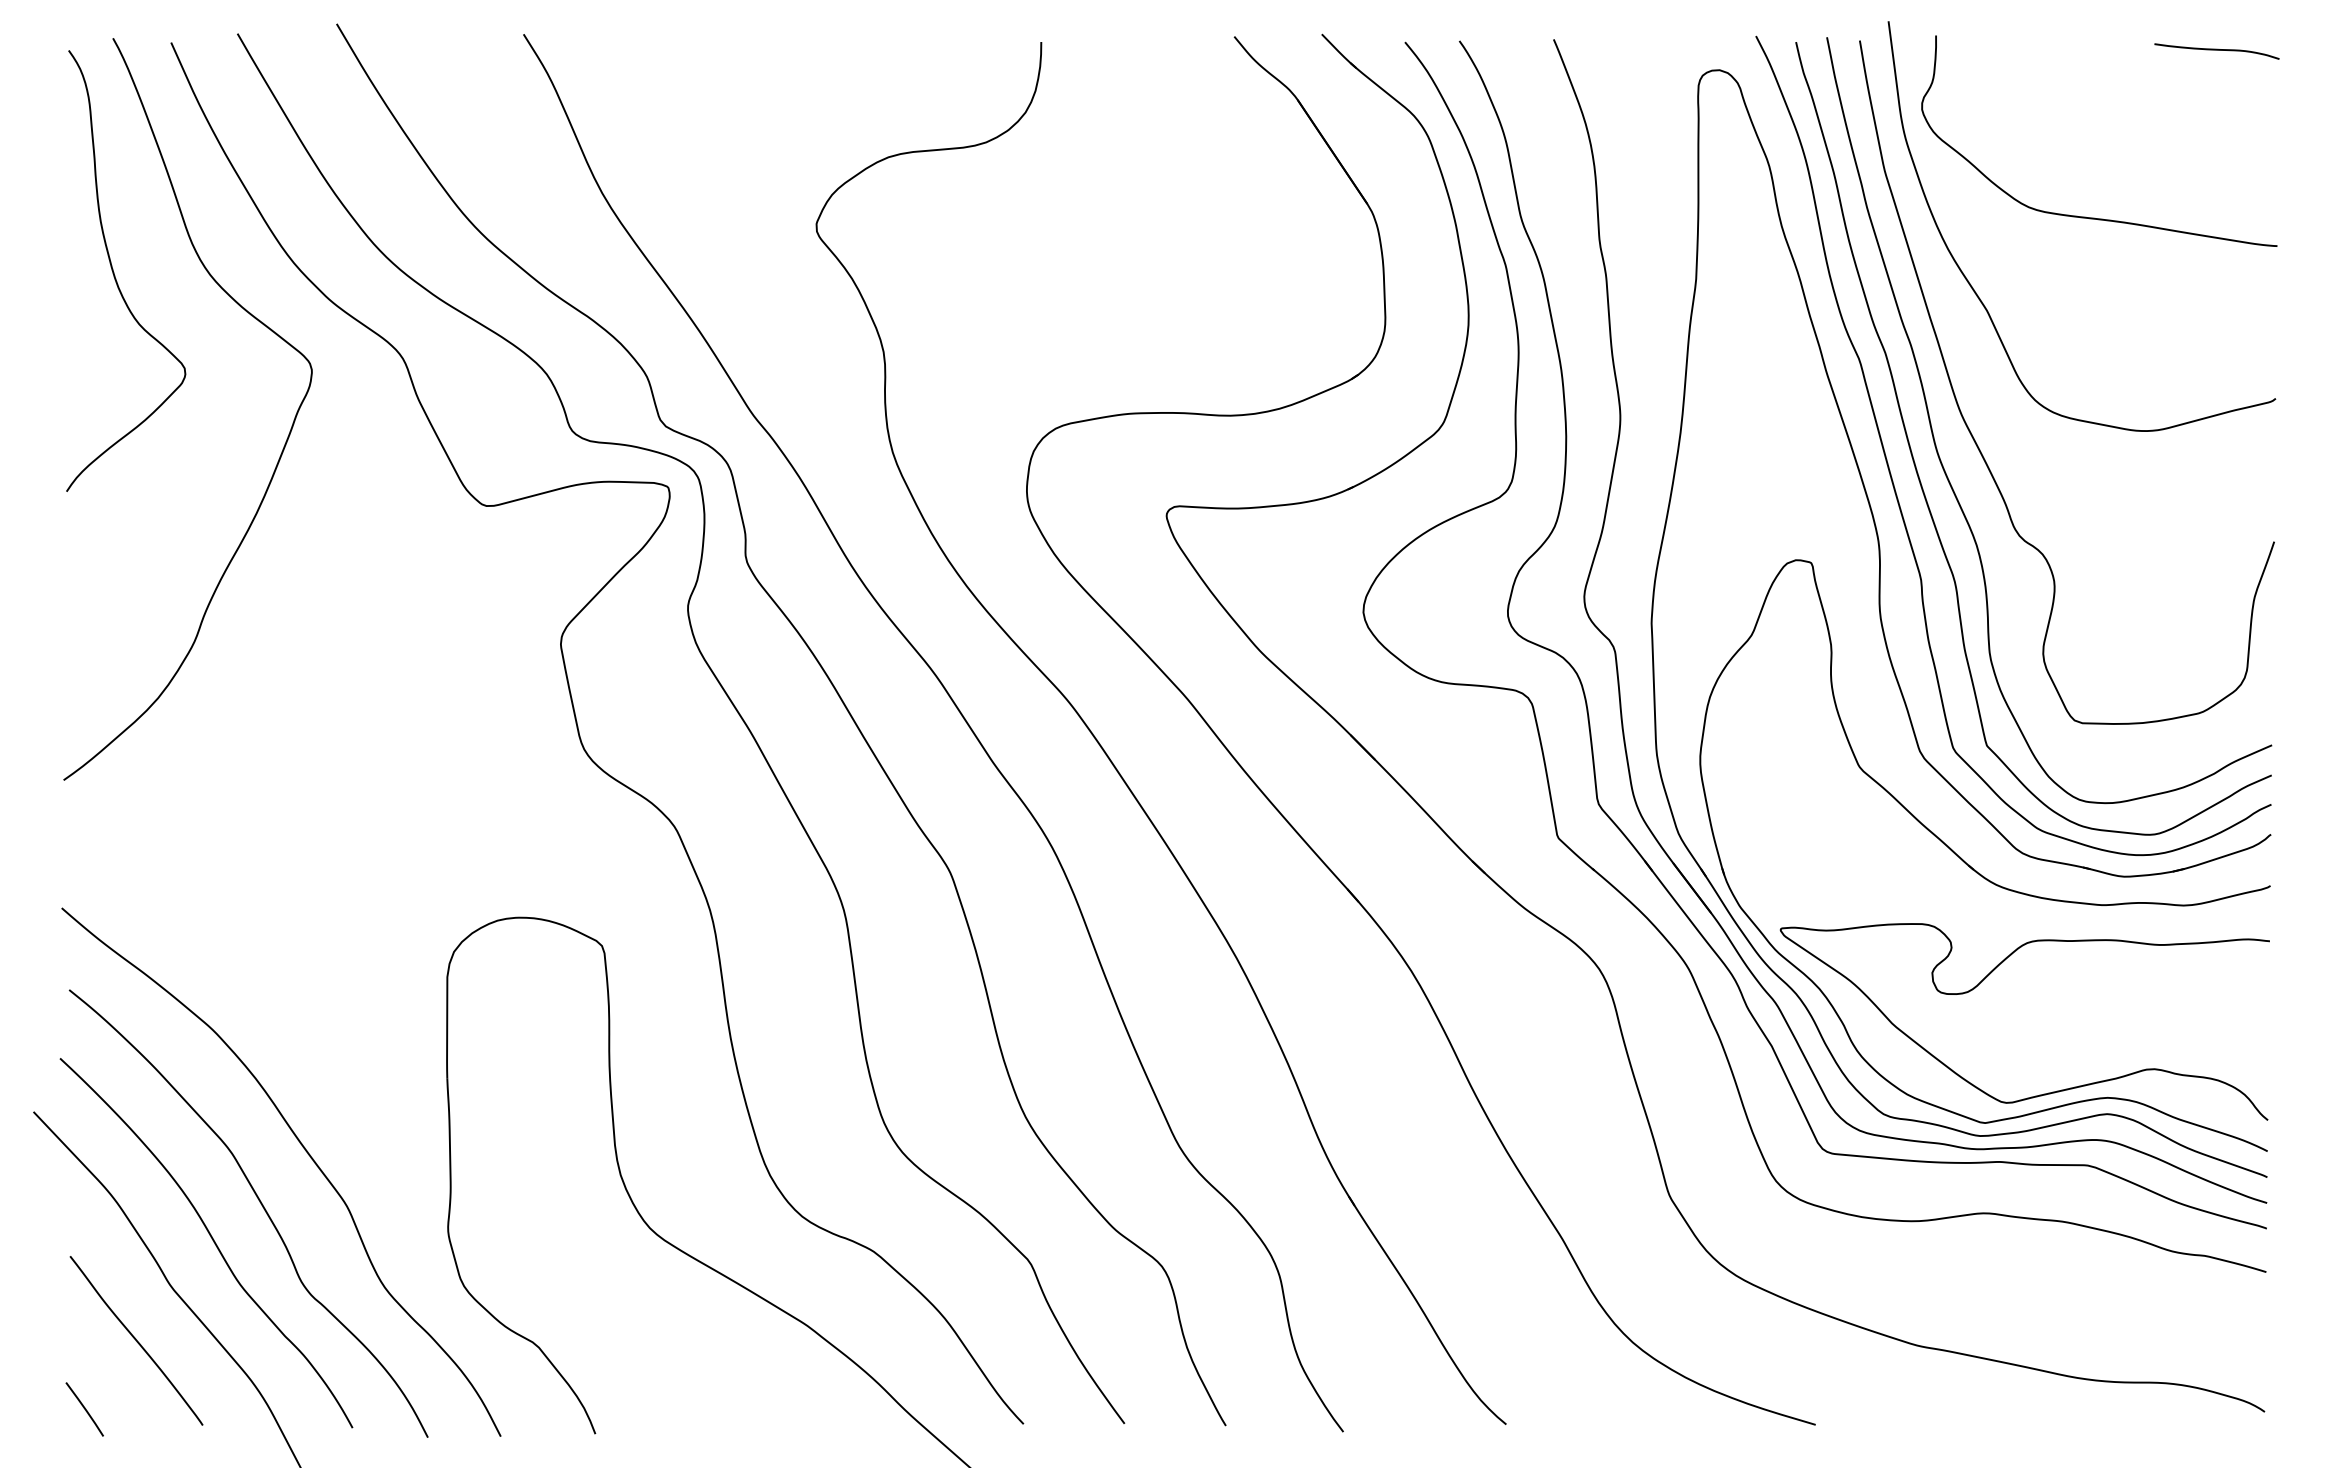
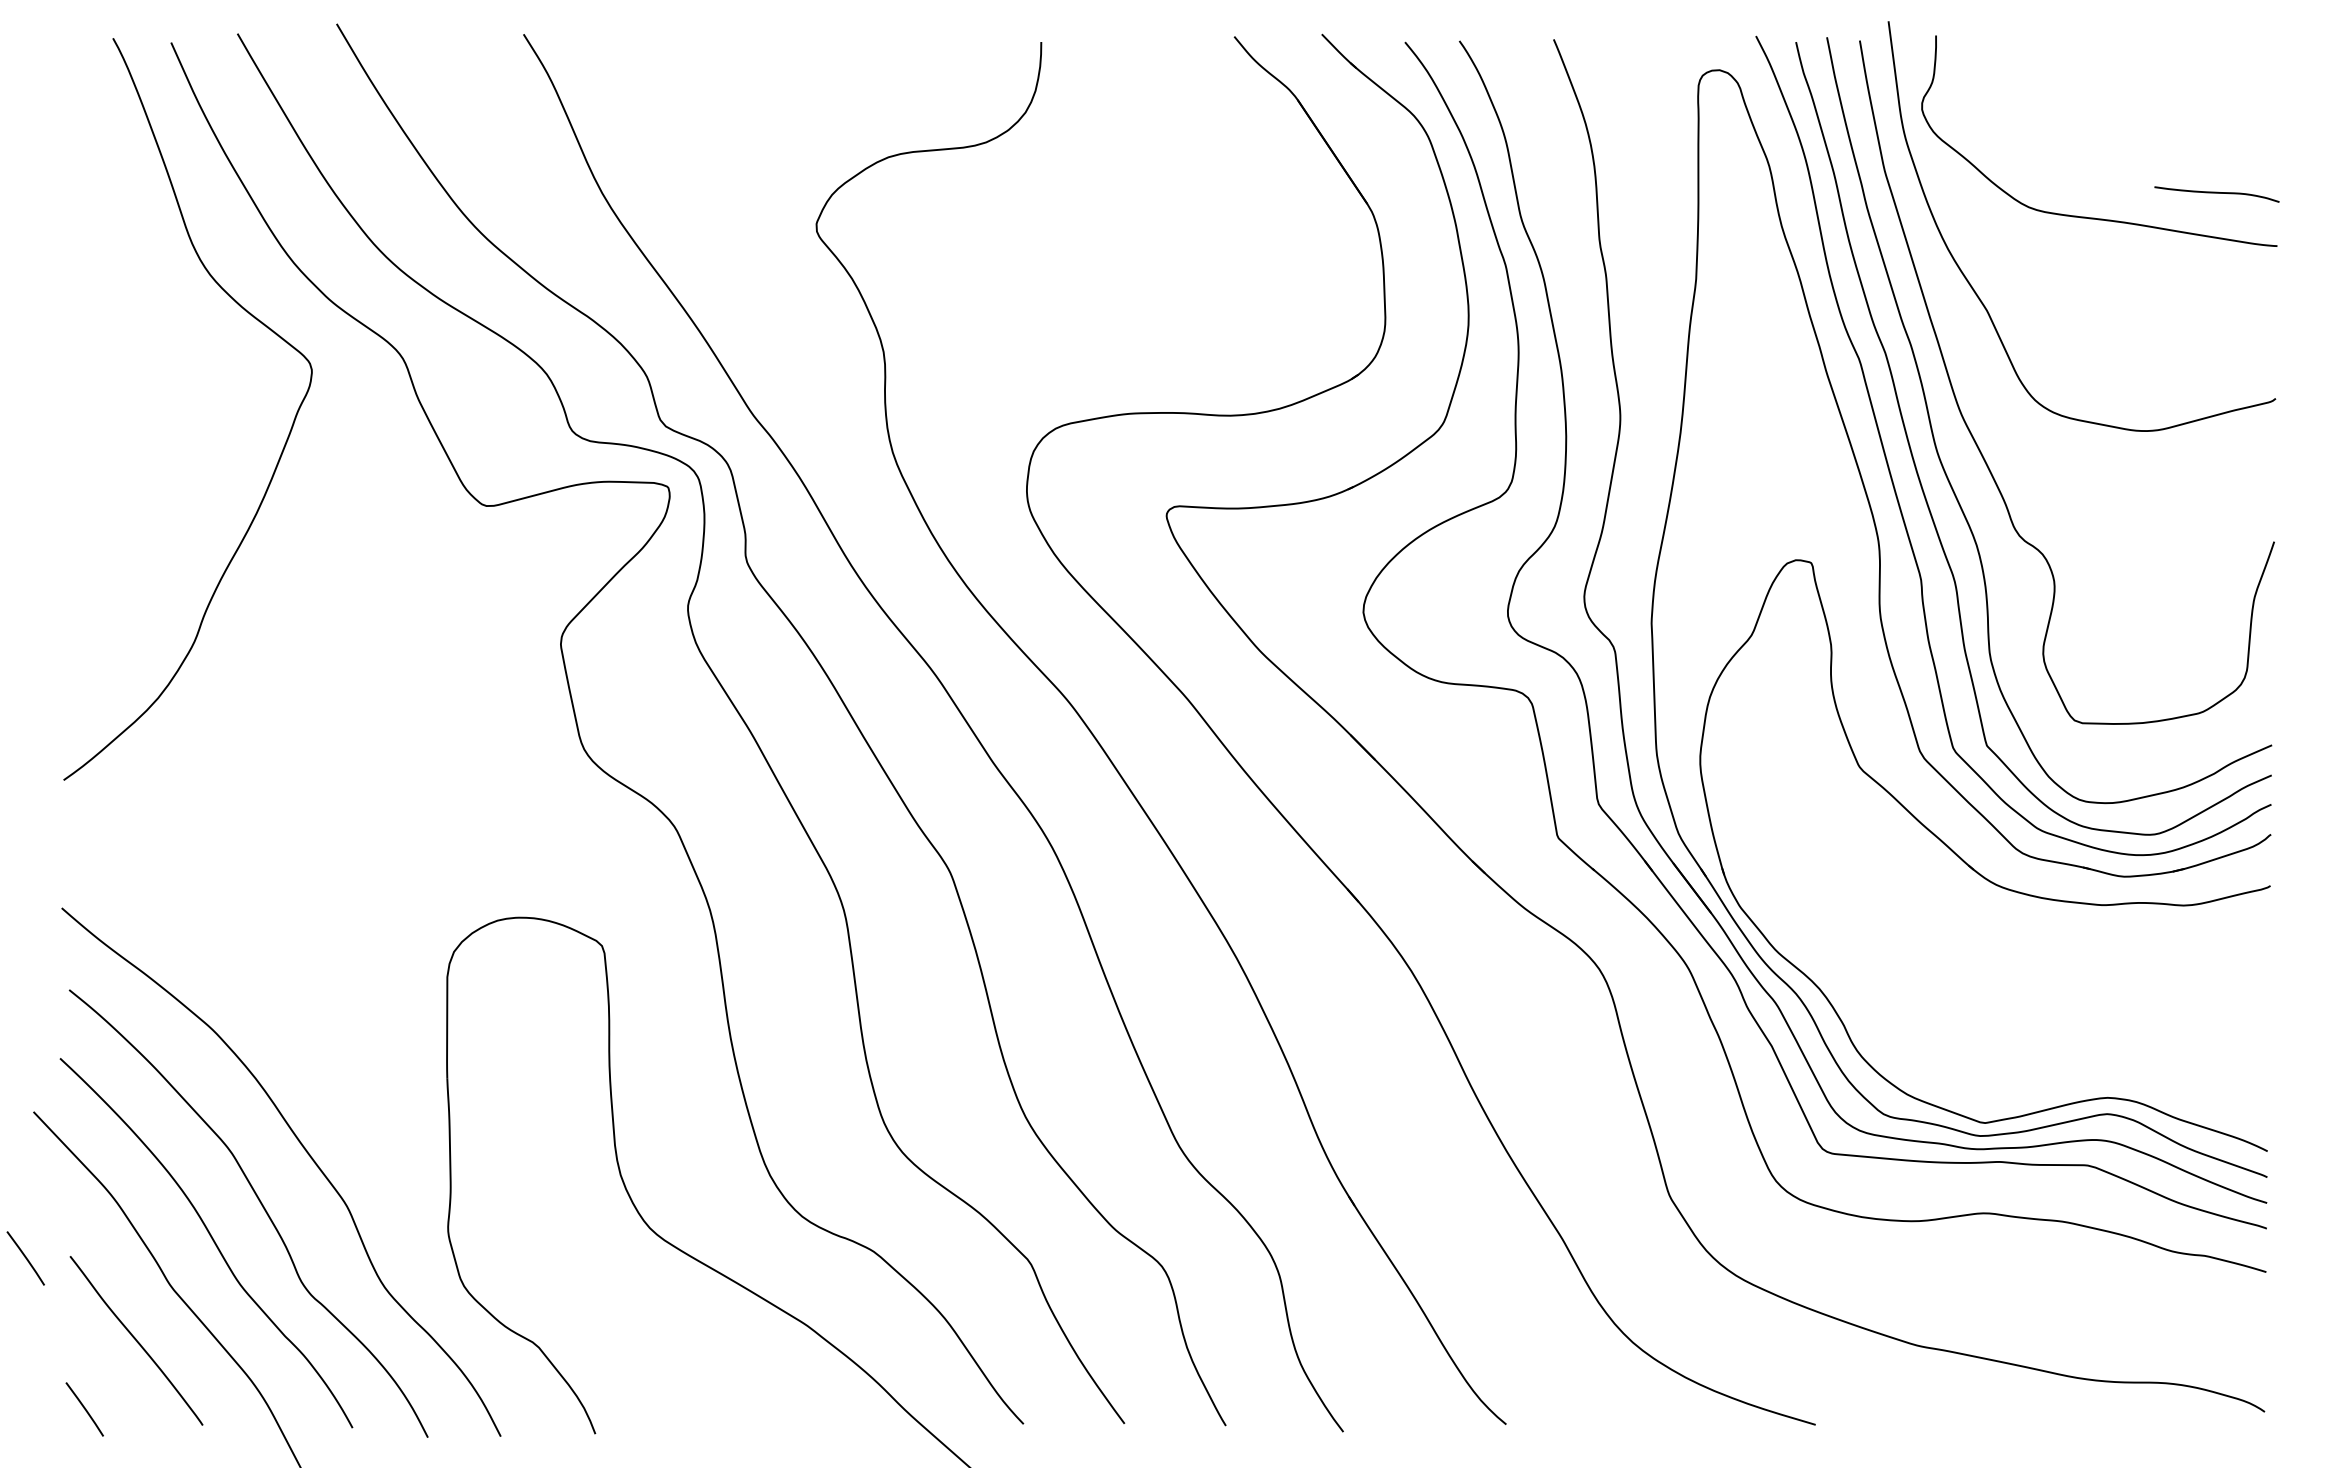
curve at (2216, 50) position: (2216, 50) -> (2216, 193)
curve at (115, 275): present -> none
curve at (1987, 977): present -> none
line at (25, 1258): none -> present
